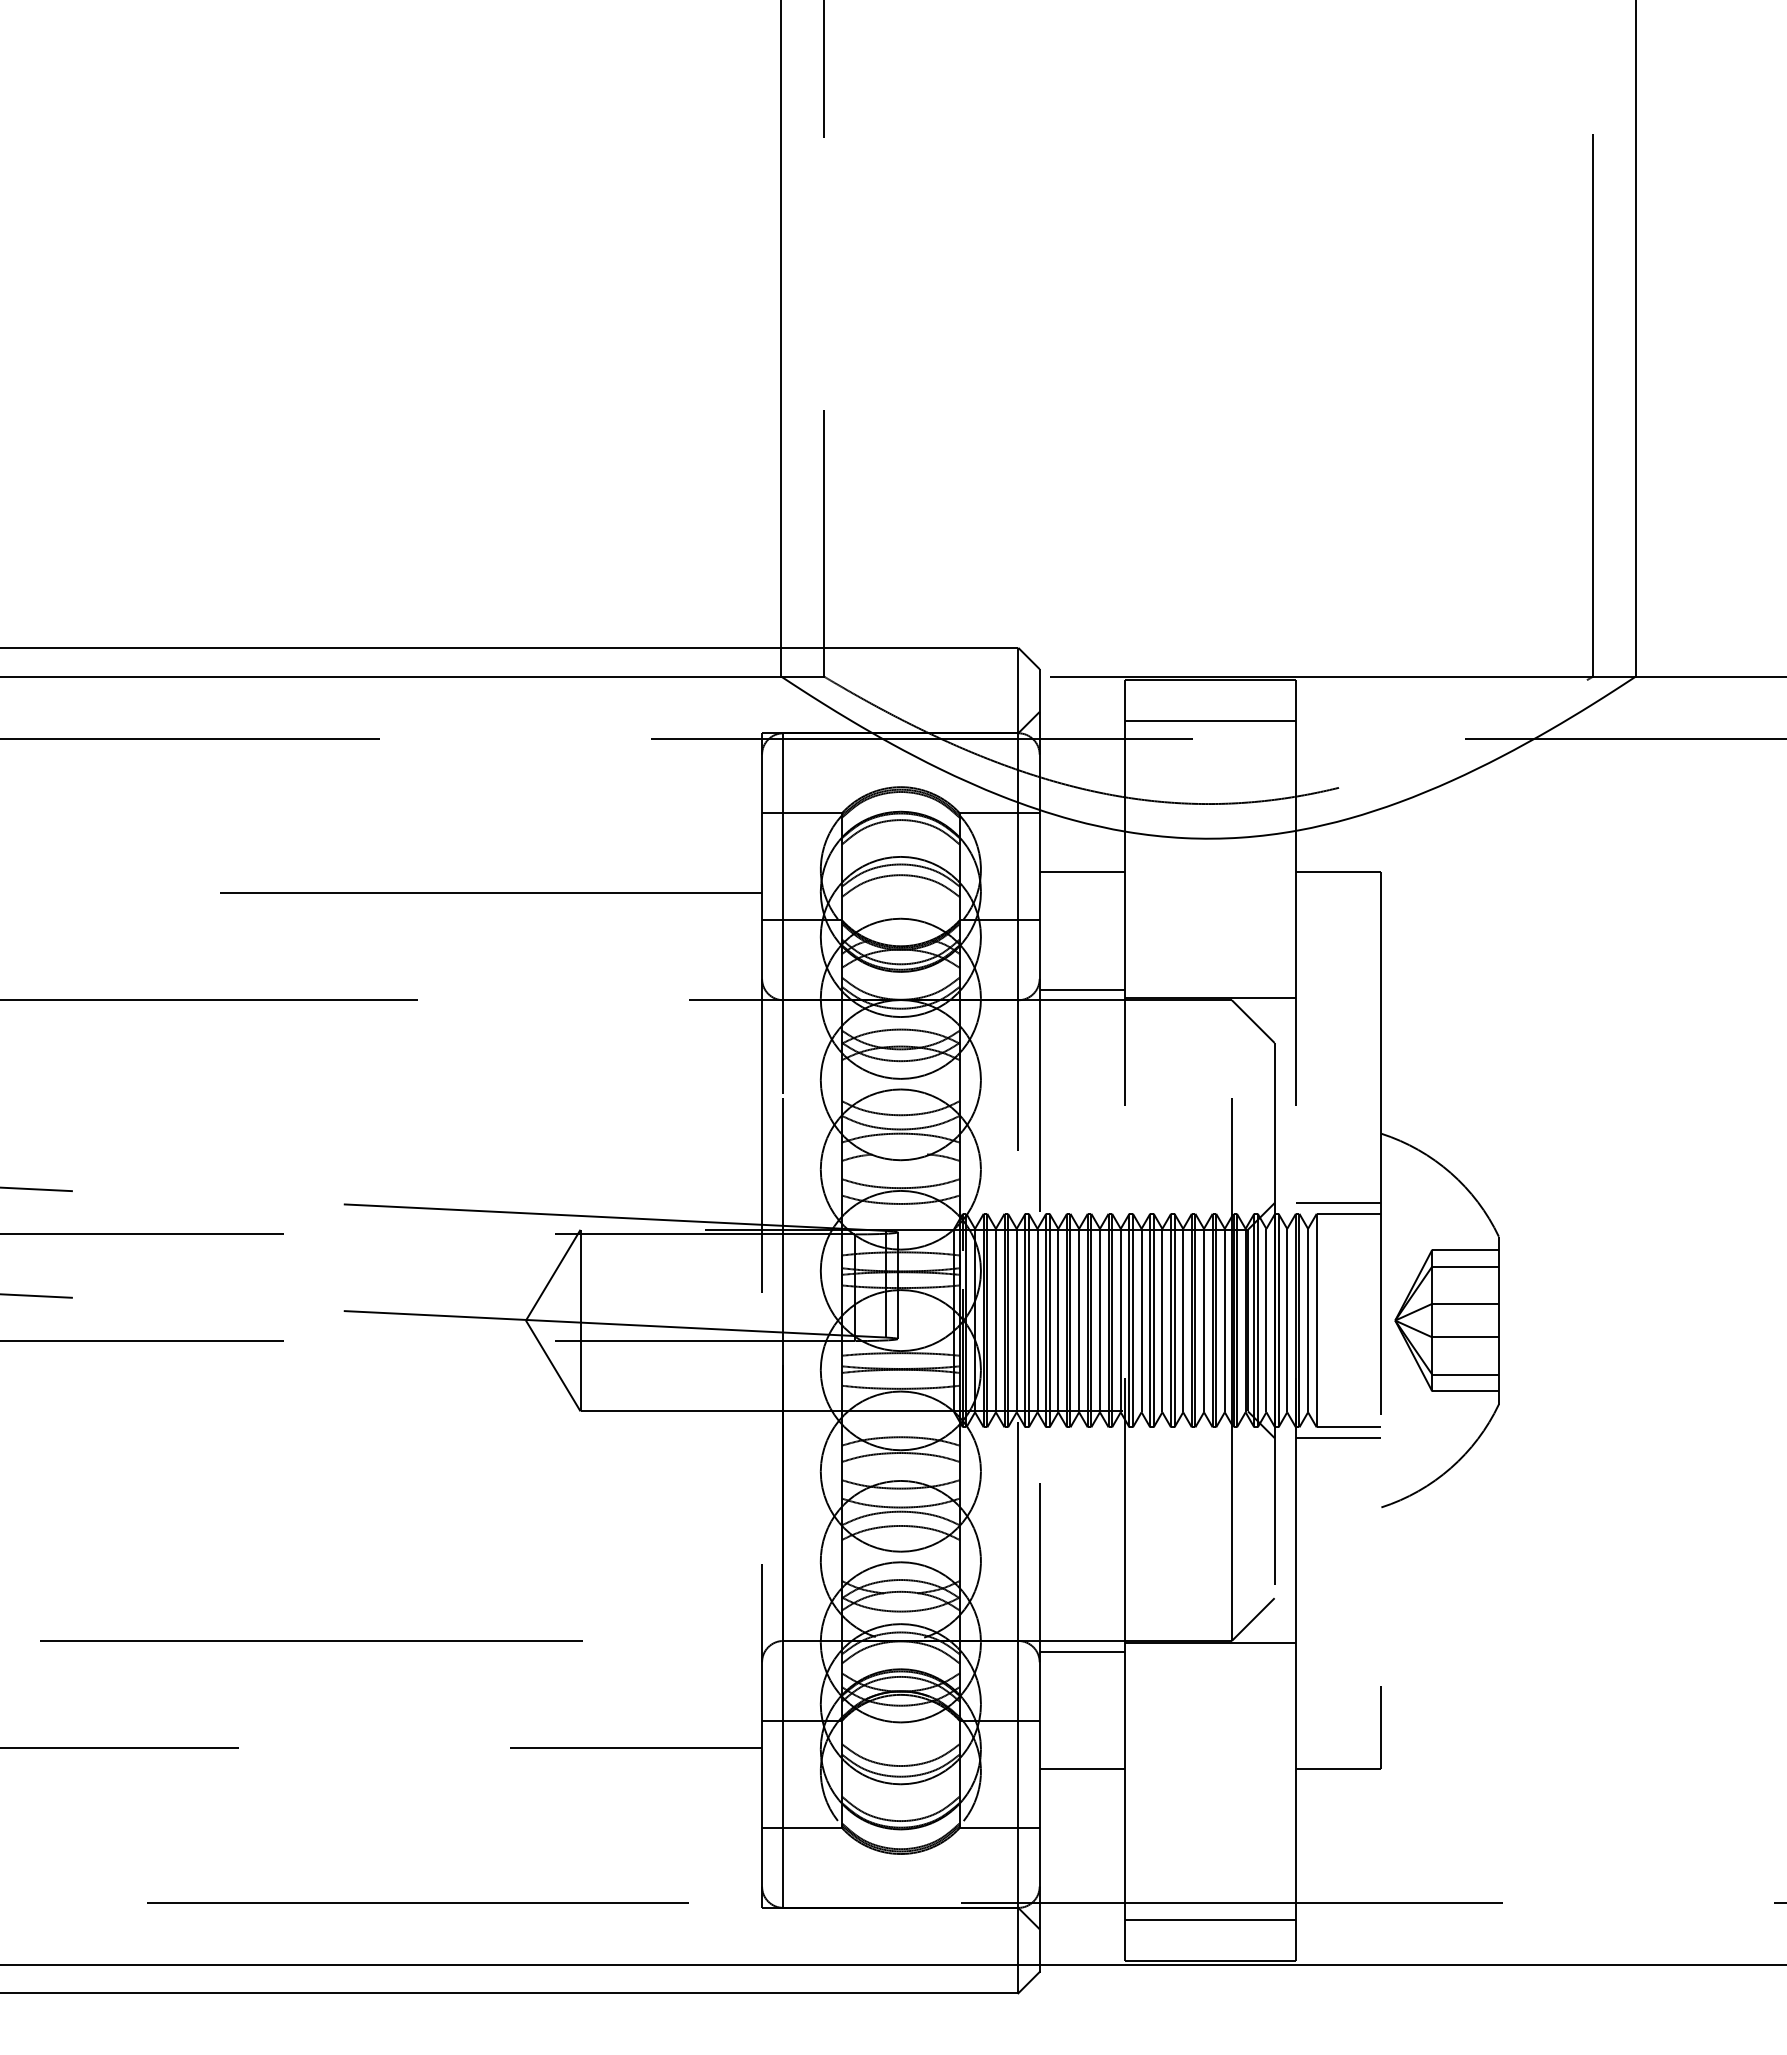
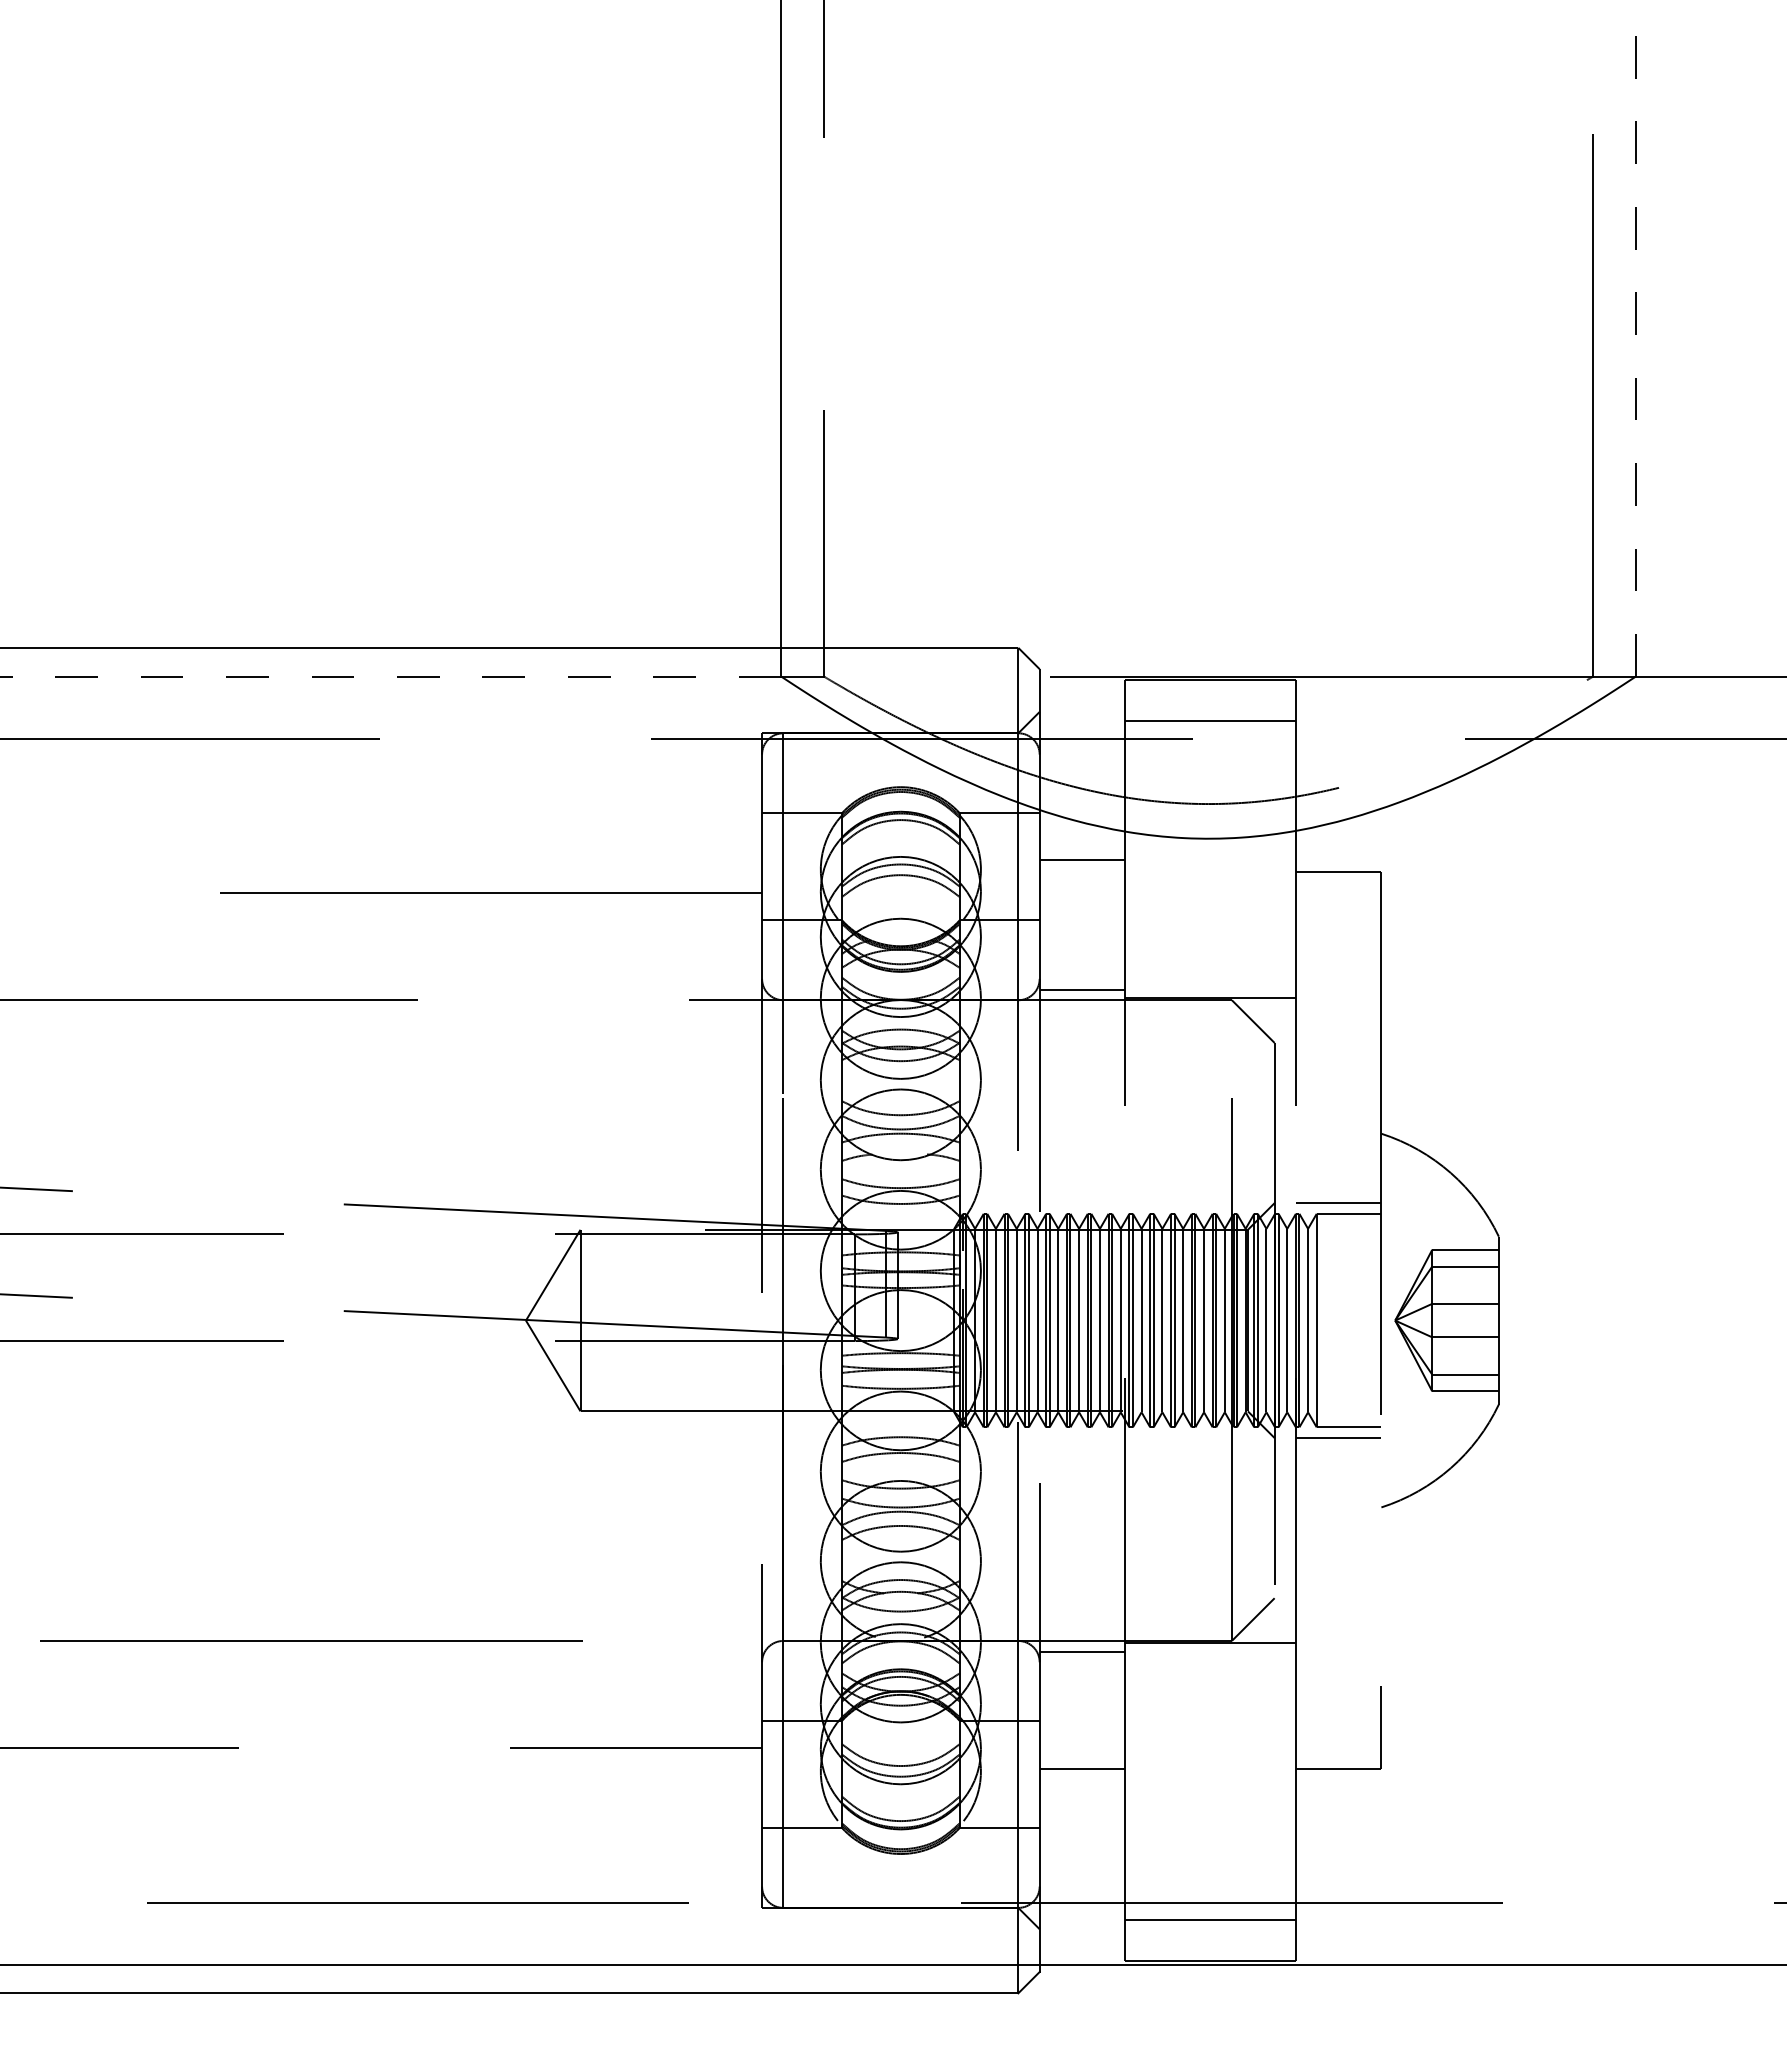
line at (1635, 338): solid -> dashed
line at (390, 676): solid -> dashed
line at (1082, 872) position: (1082, 872) -> (1082, 860)
